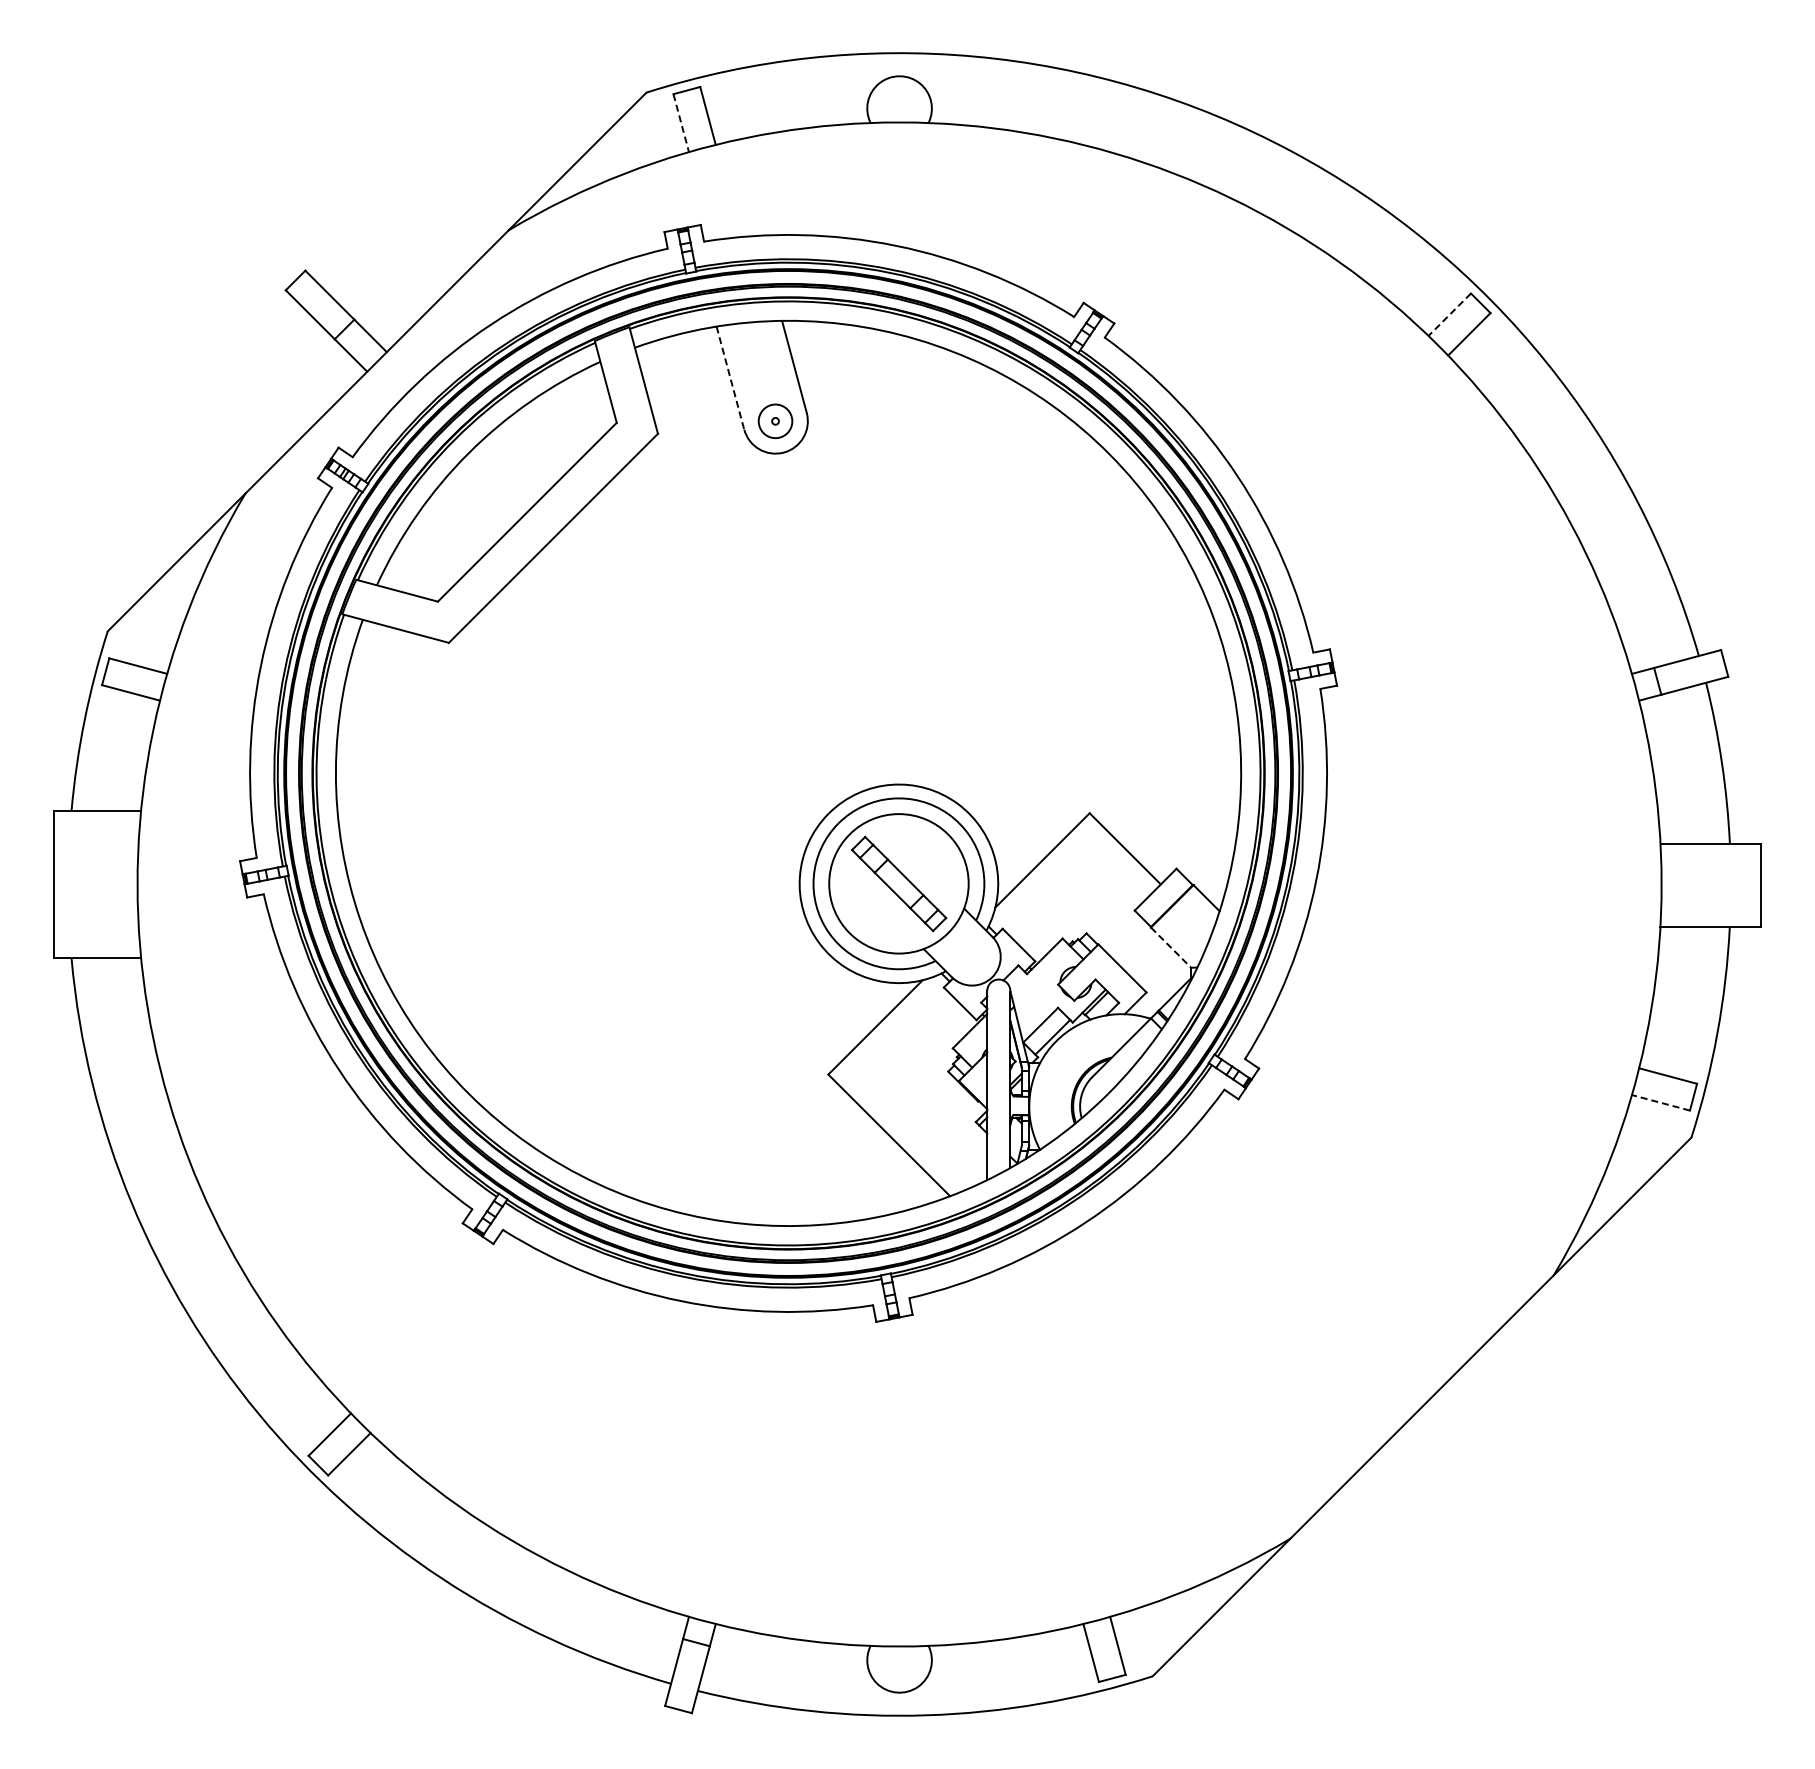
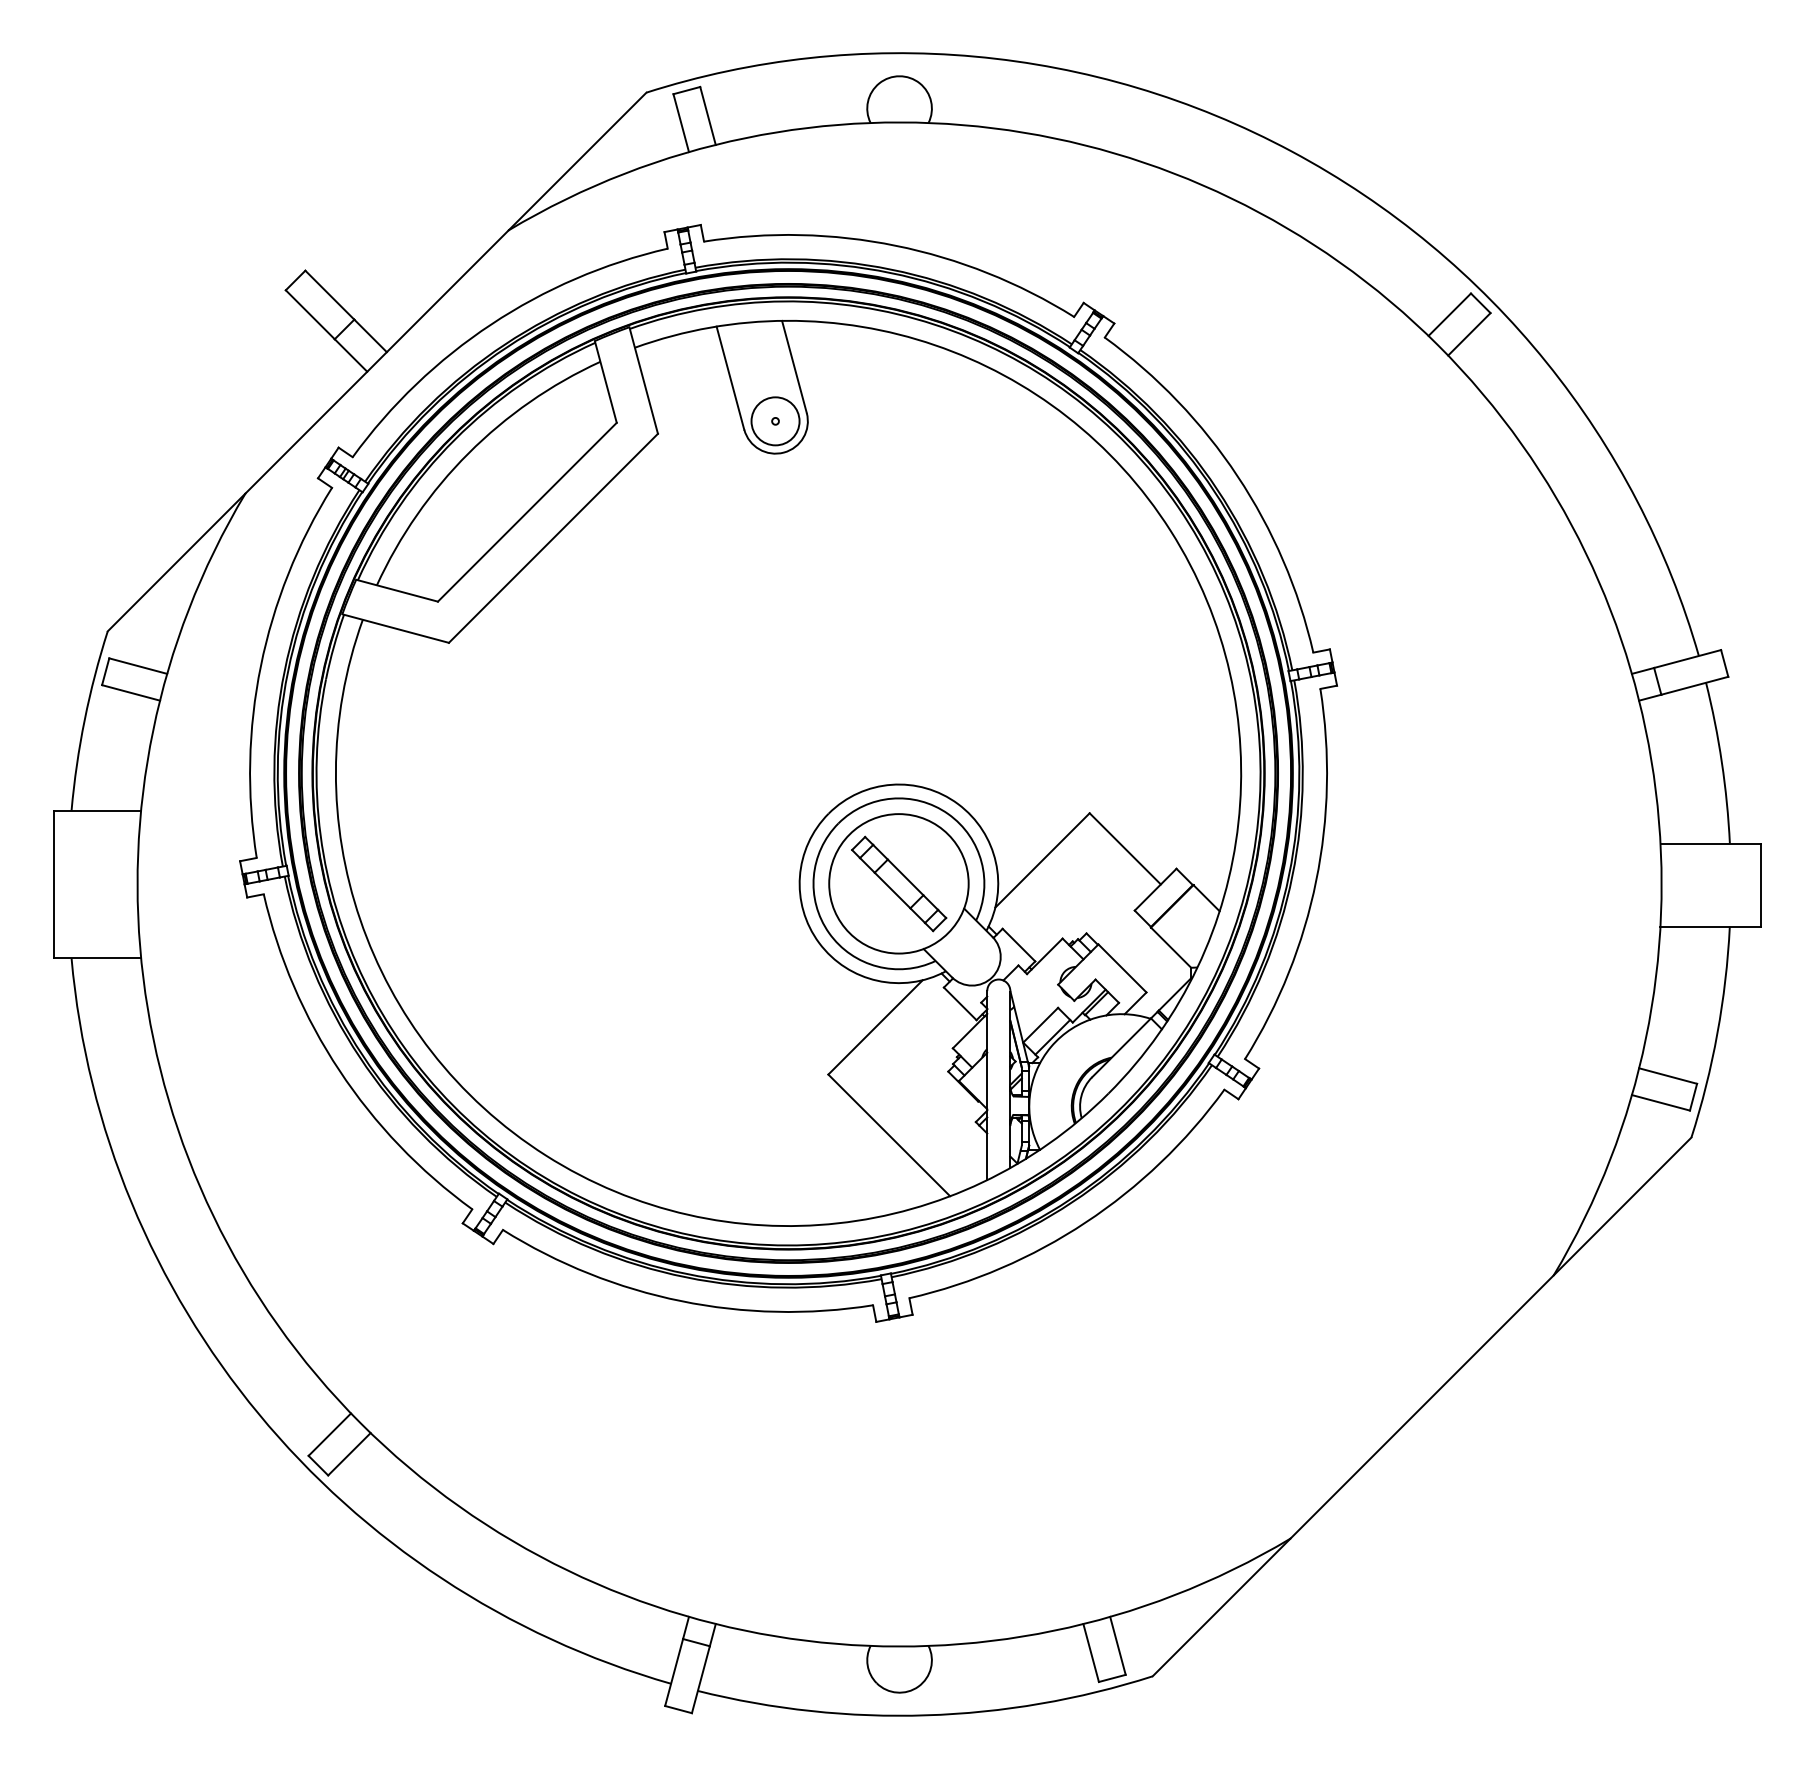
line at (681, 123): dashed -> solid
line at (1449, 314): dashed -> solid
line at (730, 378): dashed -> solid
circle at (775, 421) diameter: 34 px -> 48 px
line at (1171, 948): dashed -> solid
line at (1660, 1102): dashed -> solid
